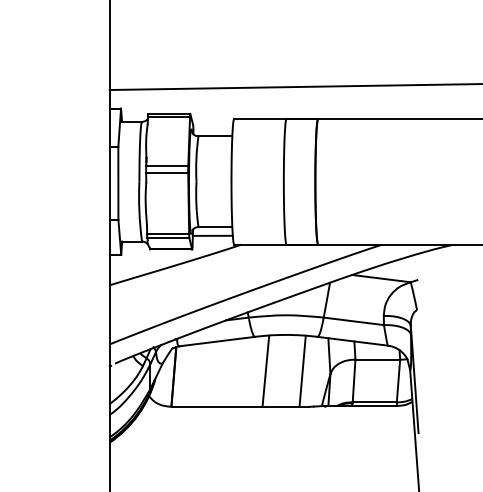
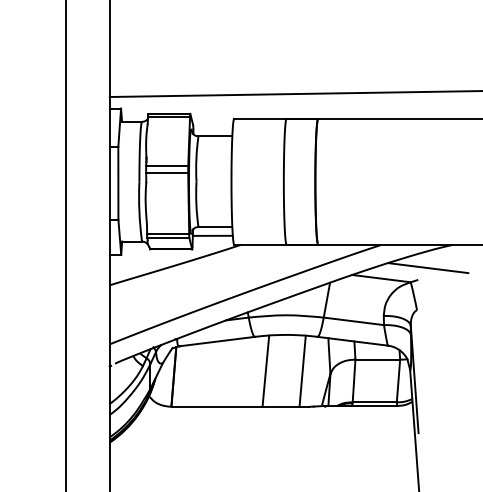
line at (294, 87) position: (294, 87) -> (294, 94)
line at (65, 245): none -> present
line at (428, 268): none -> present
